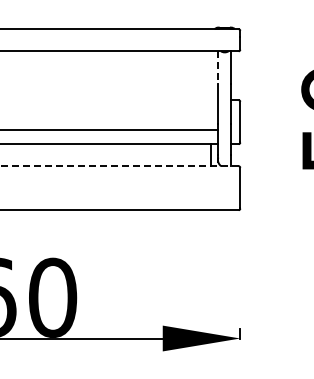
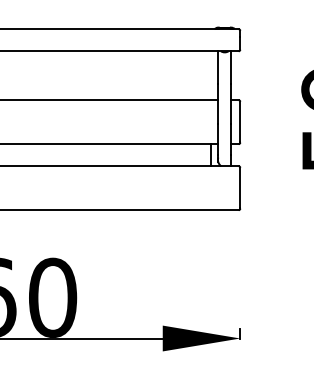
line at (218, 68): dashed -> solid
line at (110, 130) position: (110, 130) -> (110, 100)
line at (118, 166): dashed -> solid
